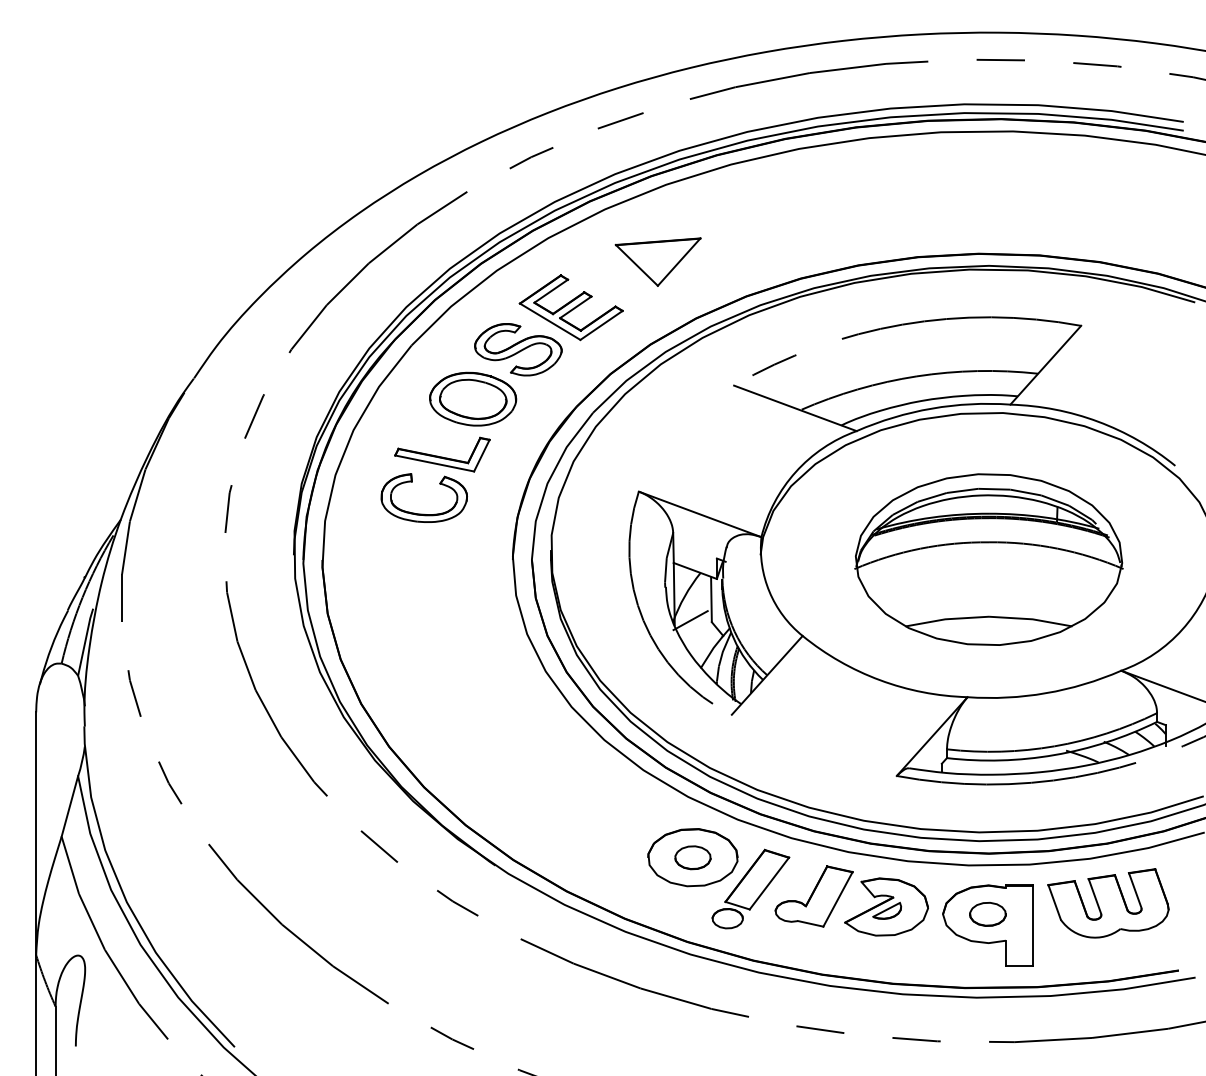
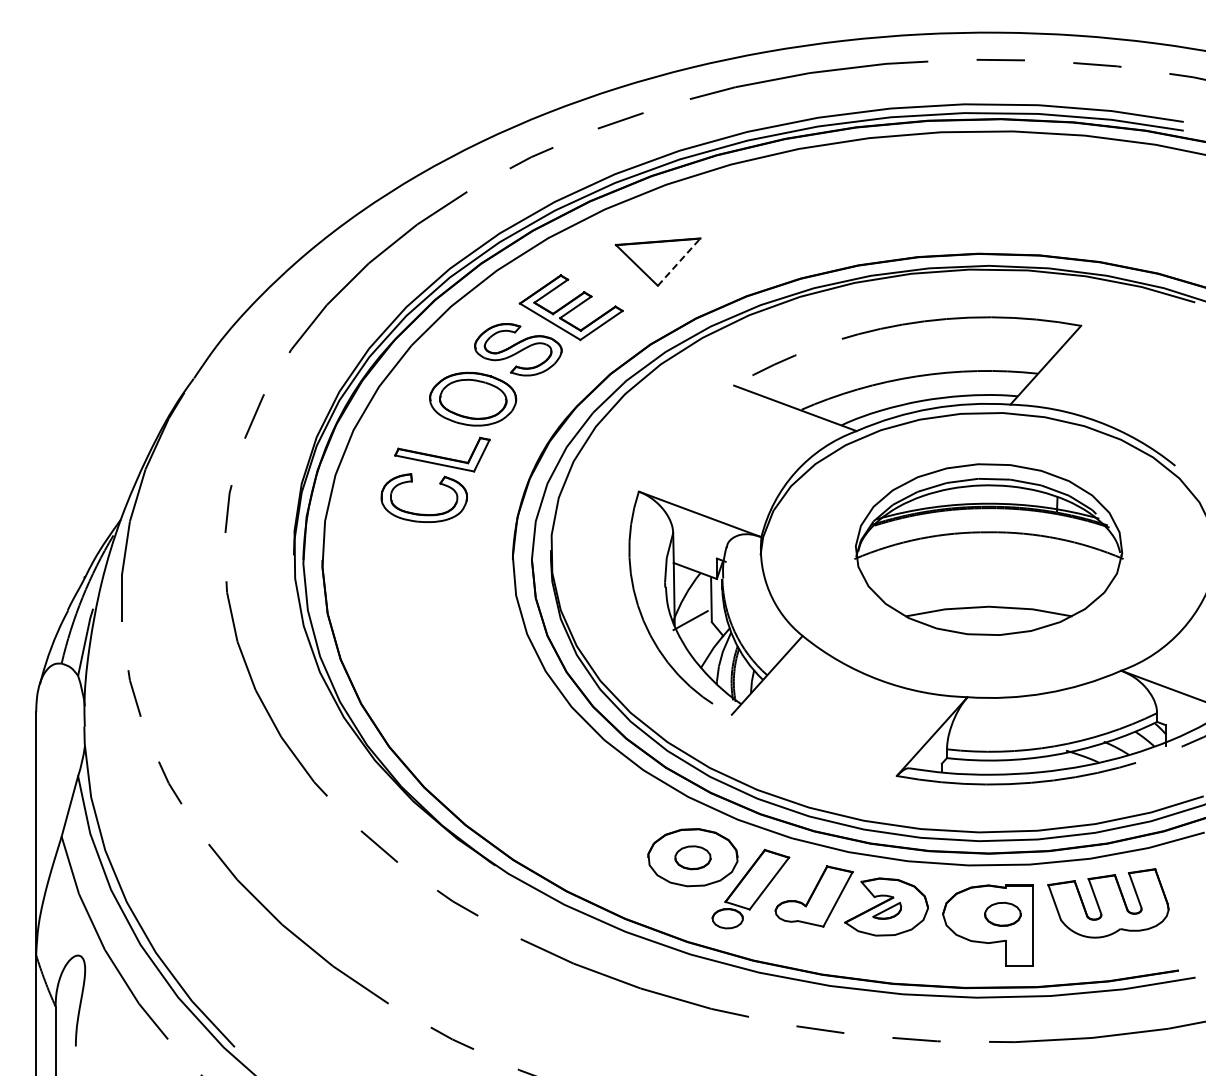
line at (679, 262): solid -> dashed
part at (988, 559) position: (988, 559) -> (988, 549)
part at (987, 914) position: (987, 914) -> (1002, 914)
